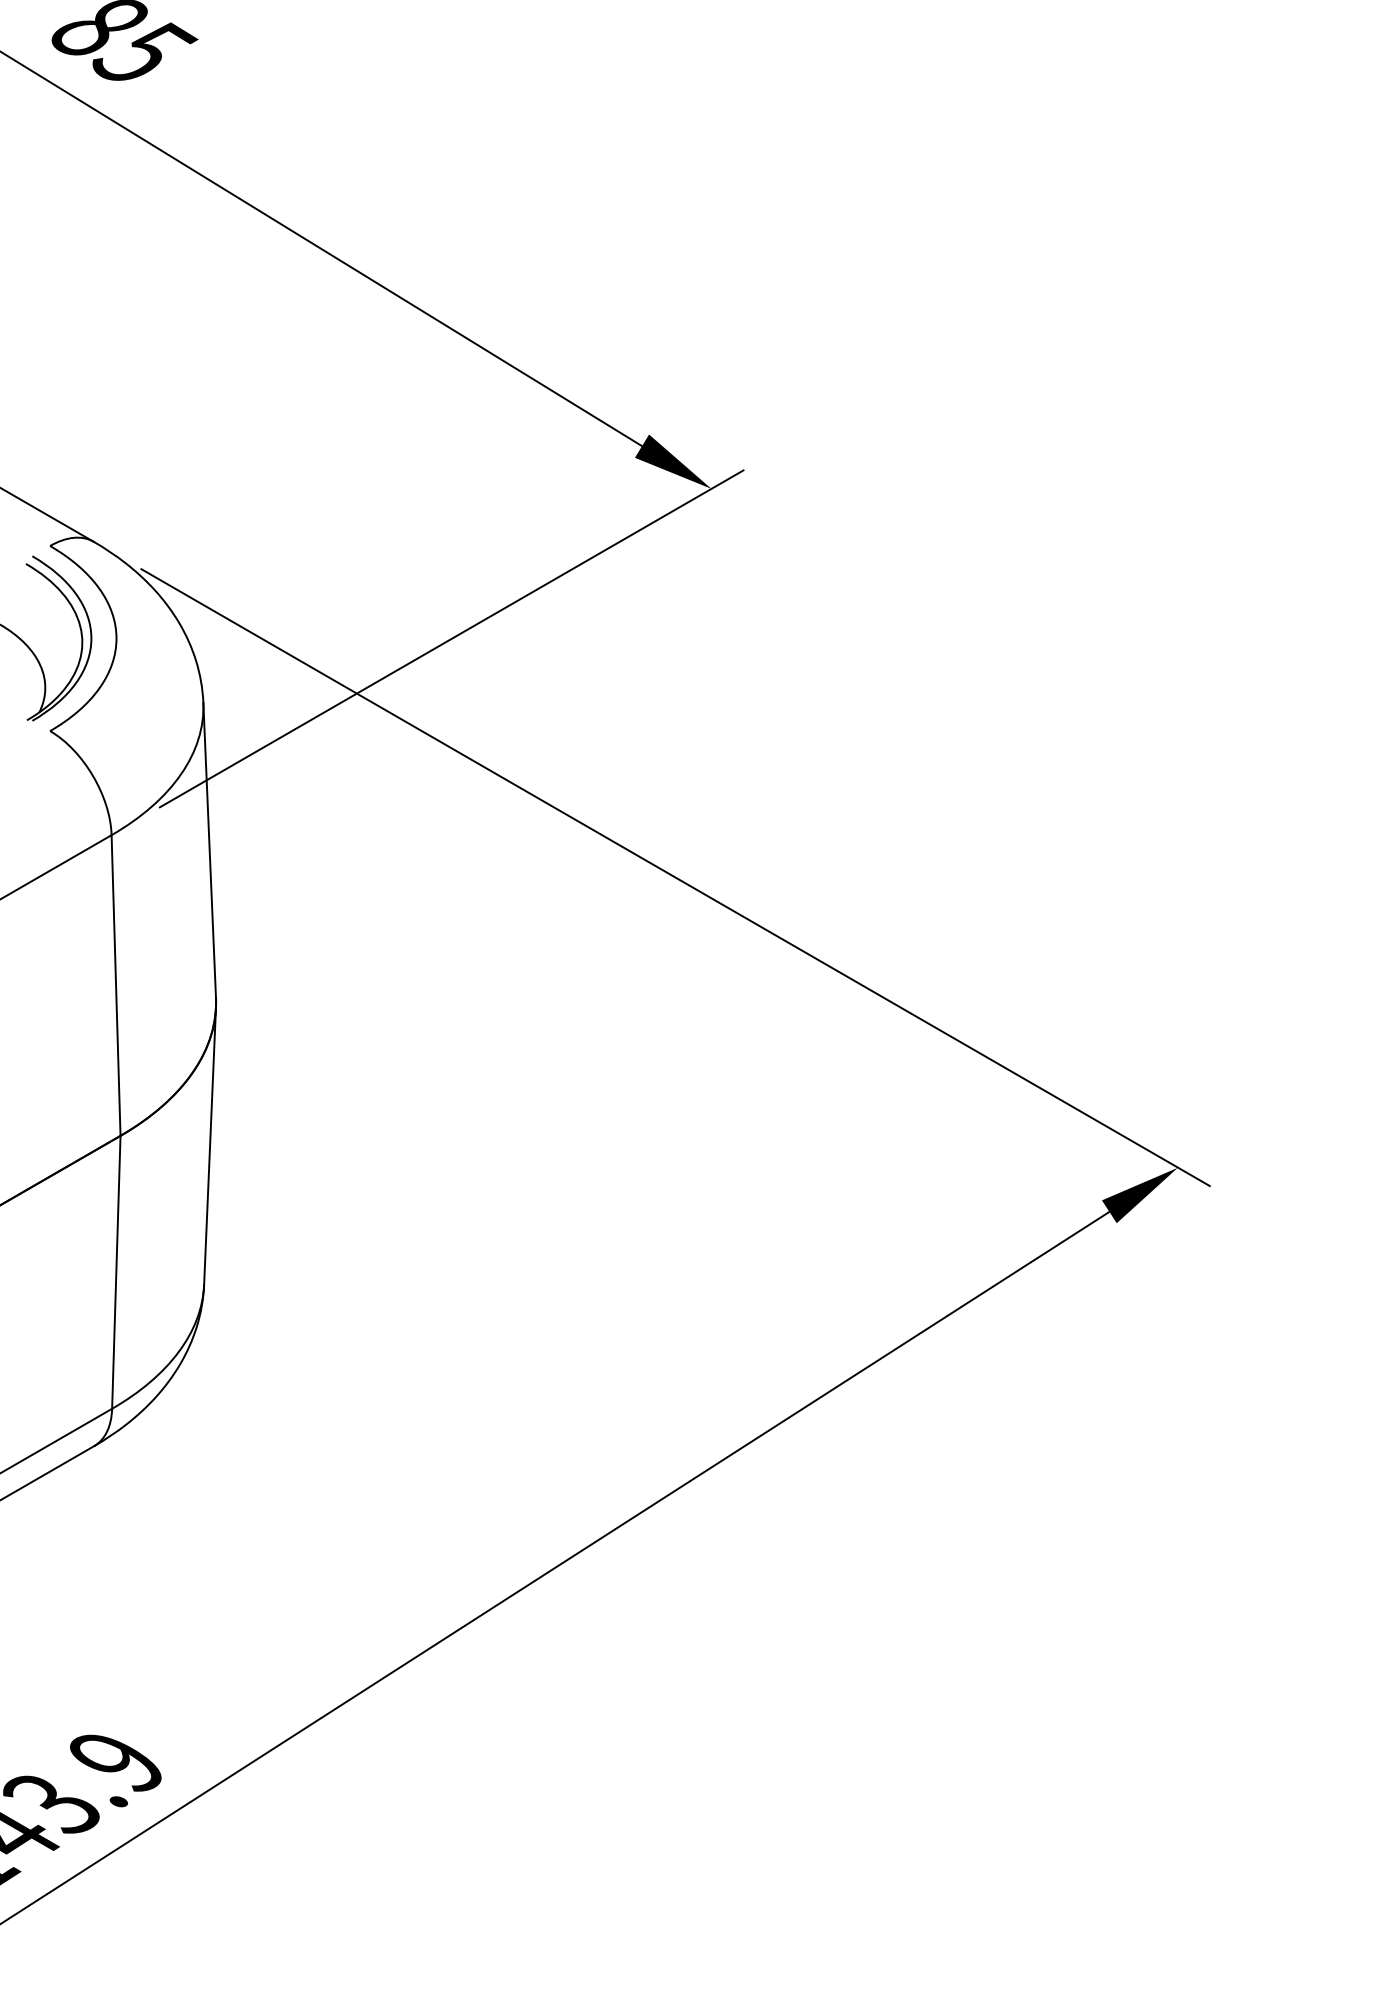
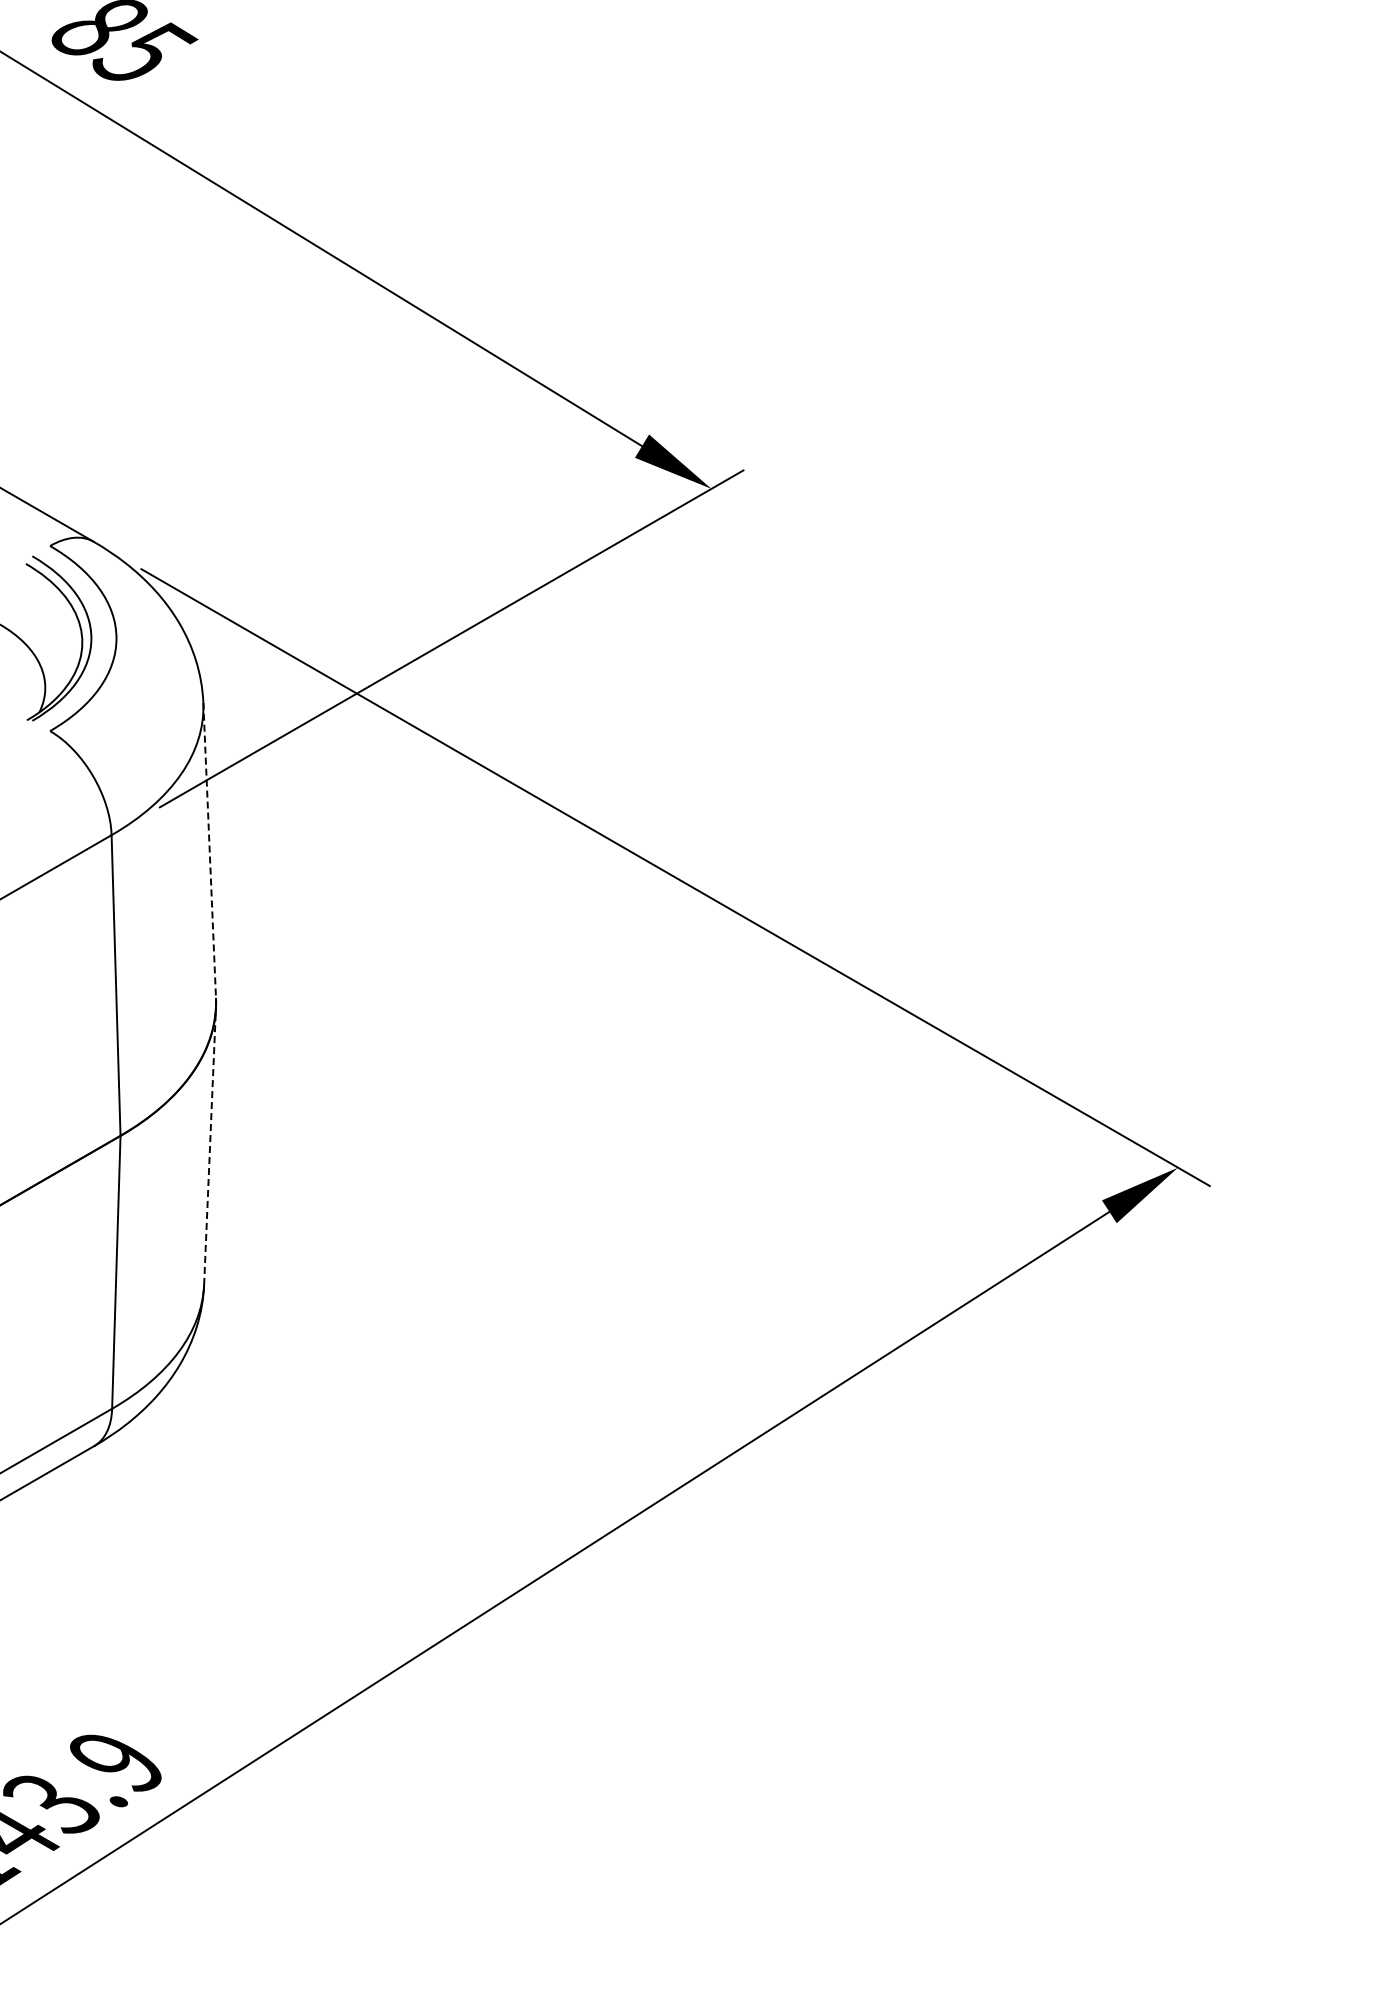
line at (209, 850): solid -> dashed
line at (210, 1146): solid -> dashed
